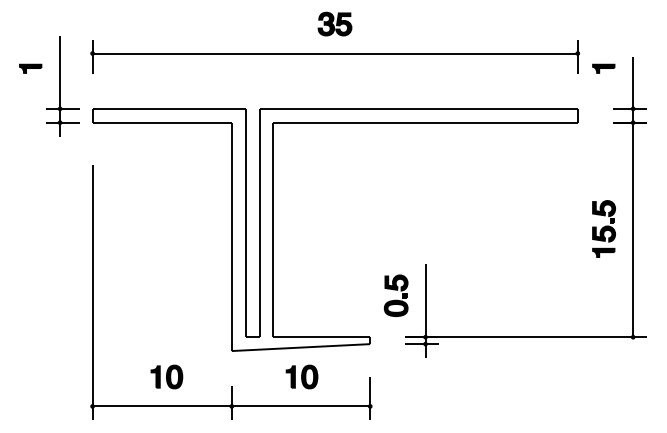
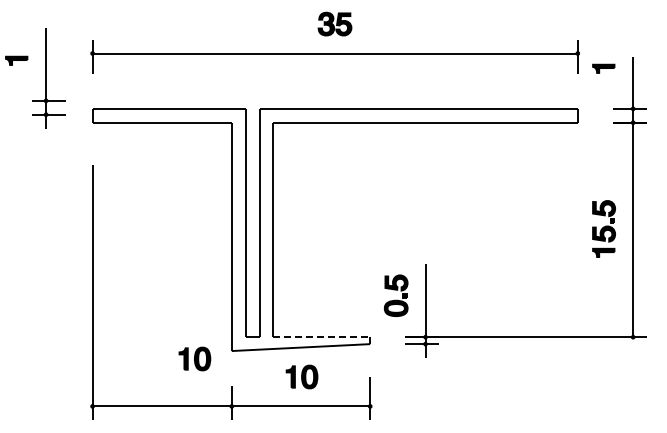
part at (59, 86) position: (59, 86) -> (45, 78)
line at (322, 337): solid -> dashed
part at (166, 376) position: (166, 376) -> (194, 358)
